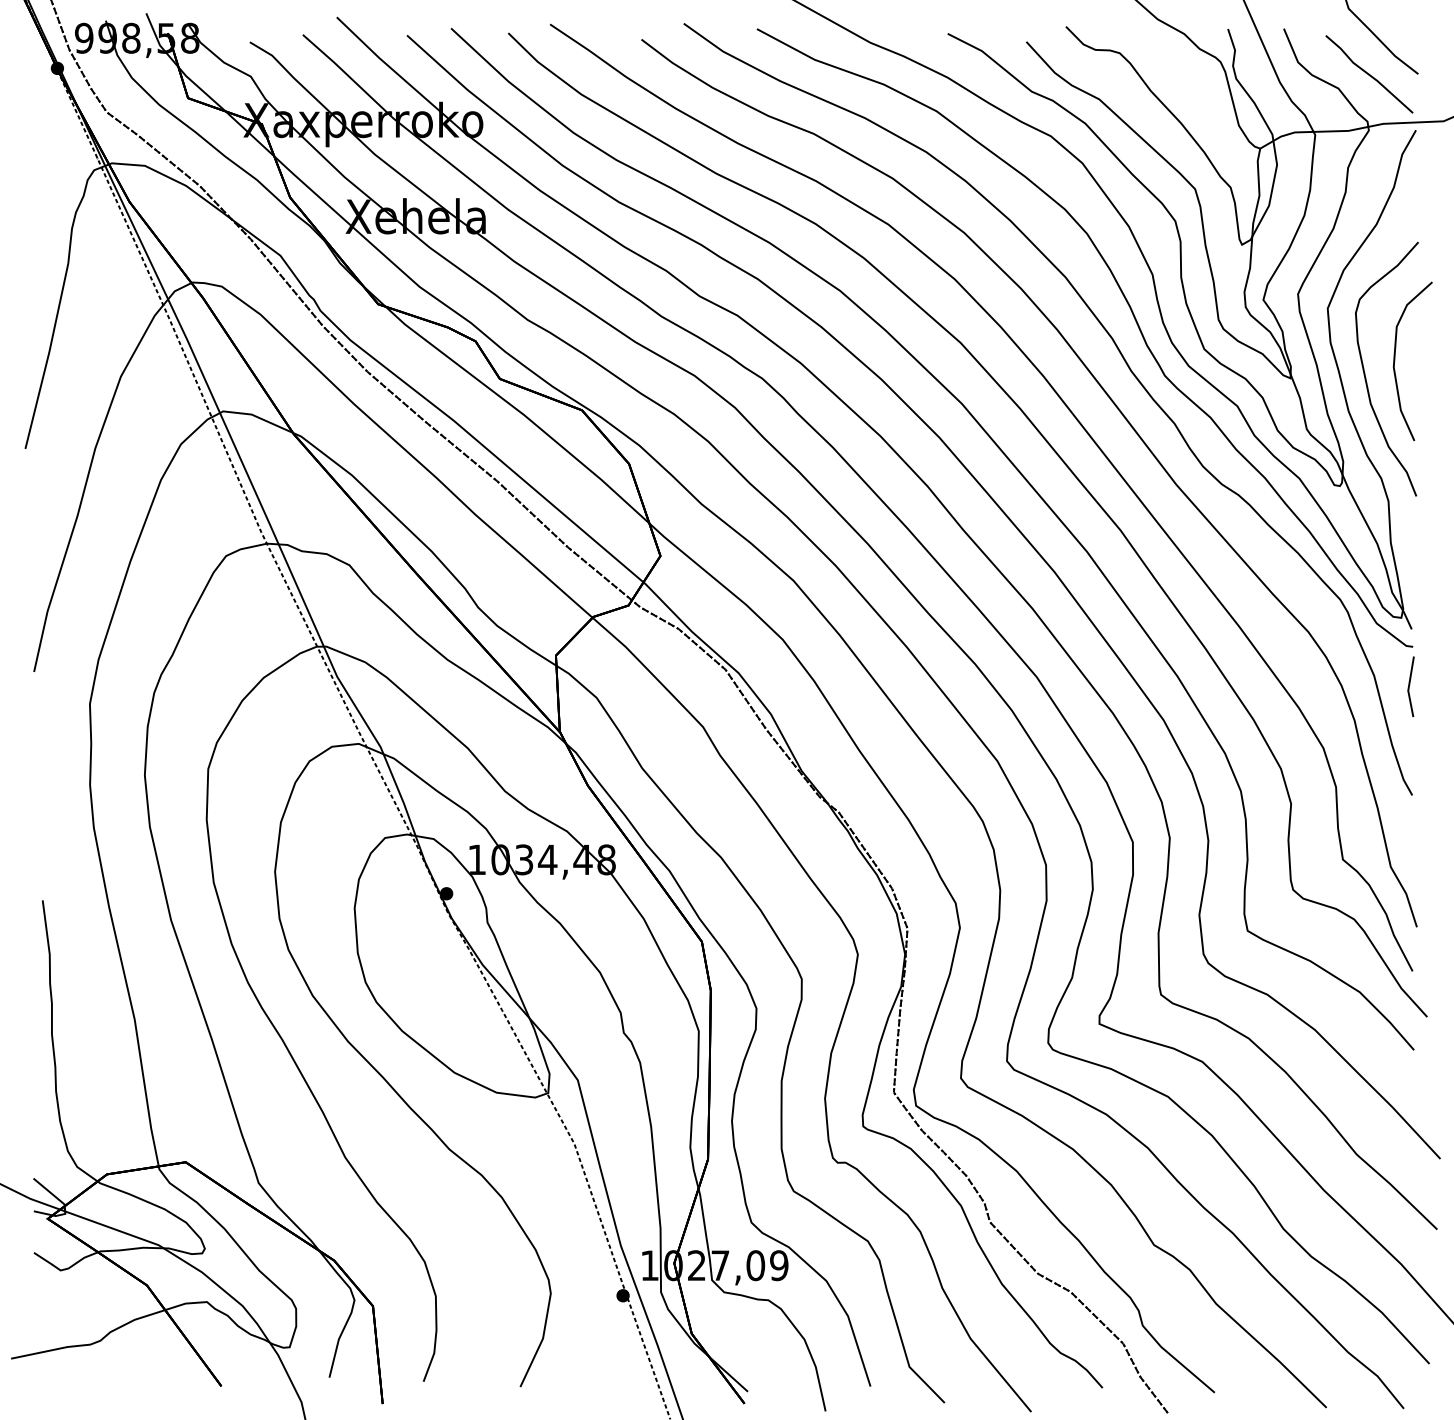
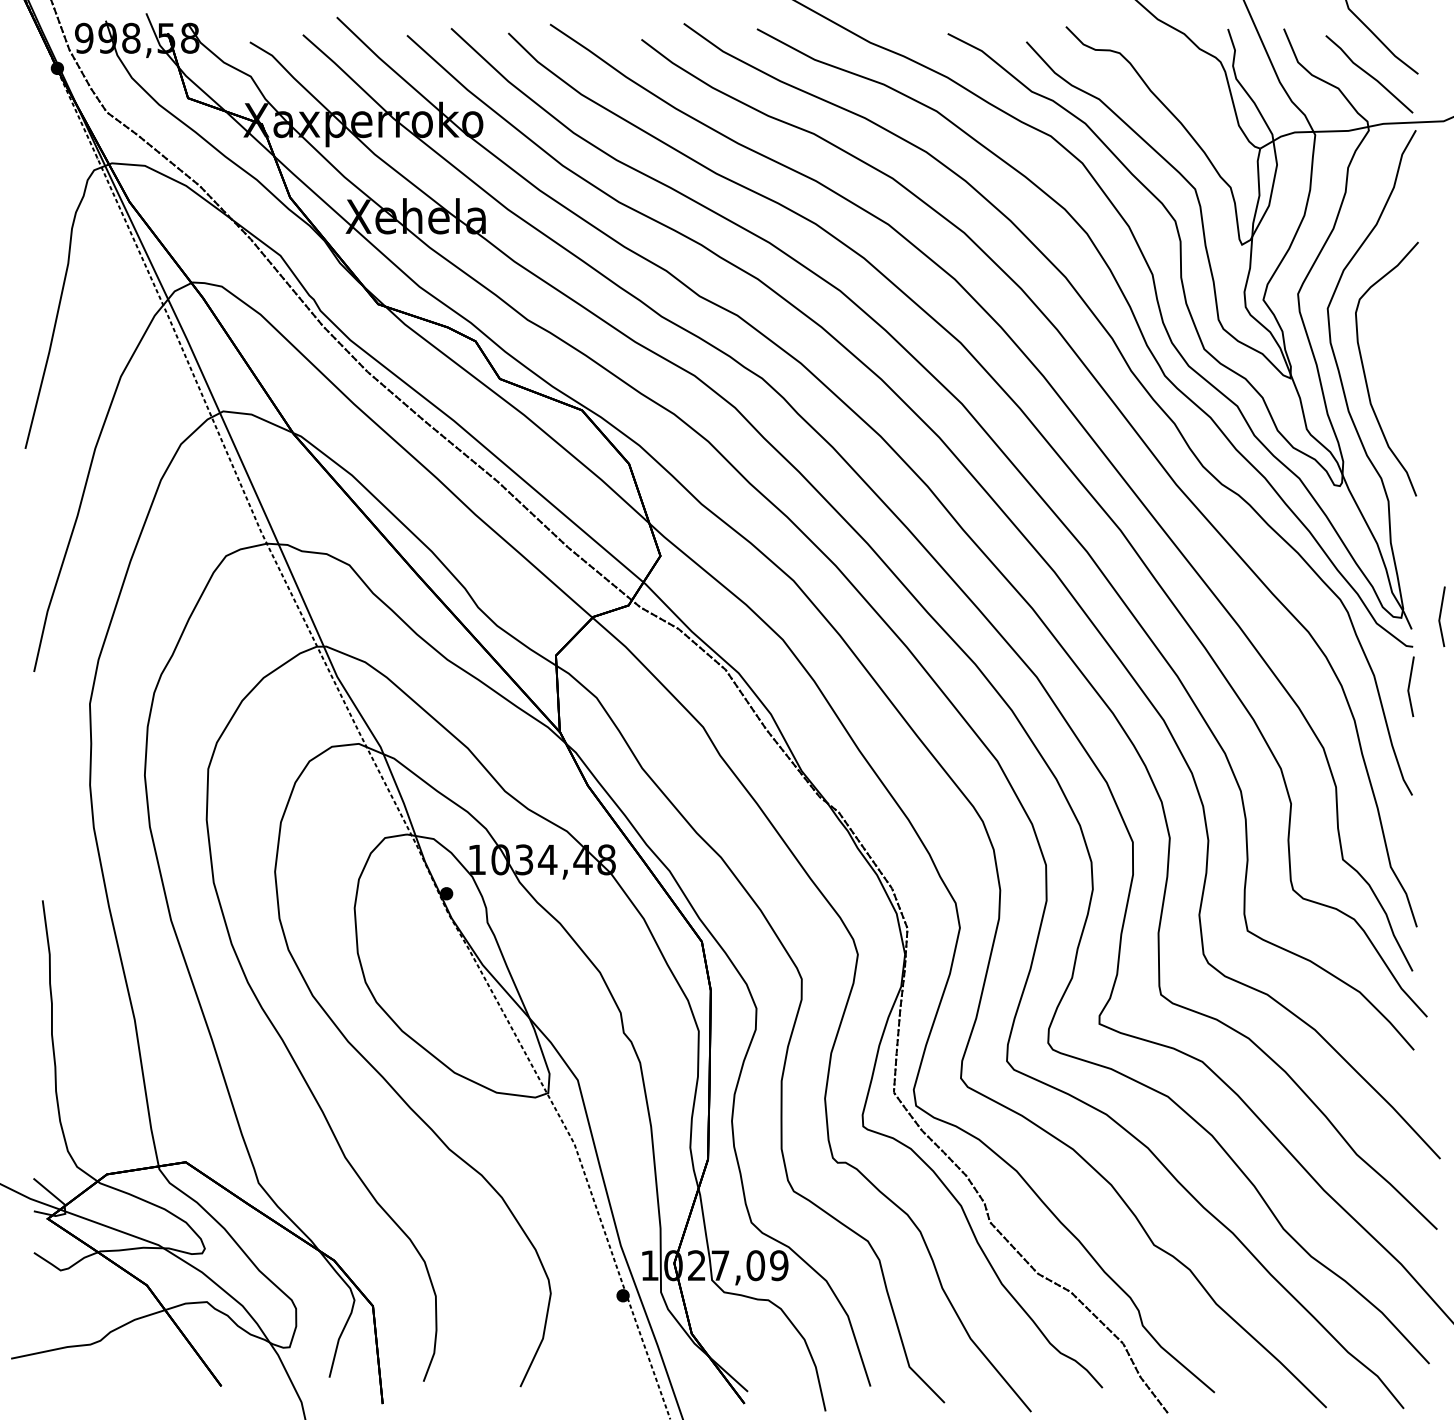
curve at (1395, 361): present -> none
line at (1440, 616): none -> present
